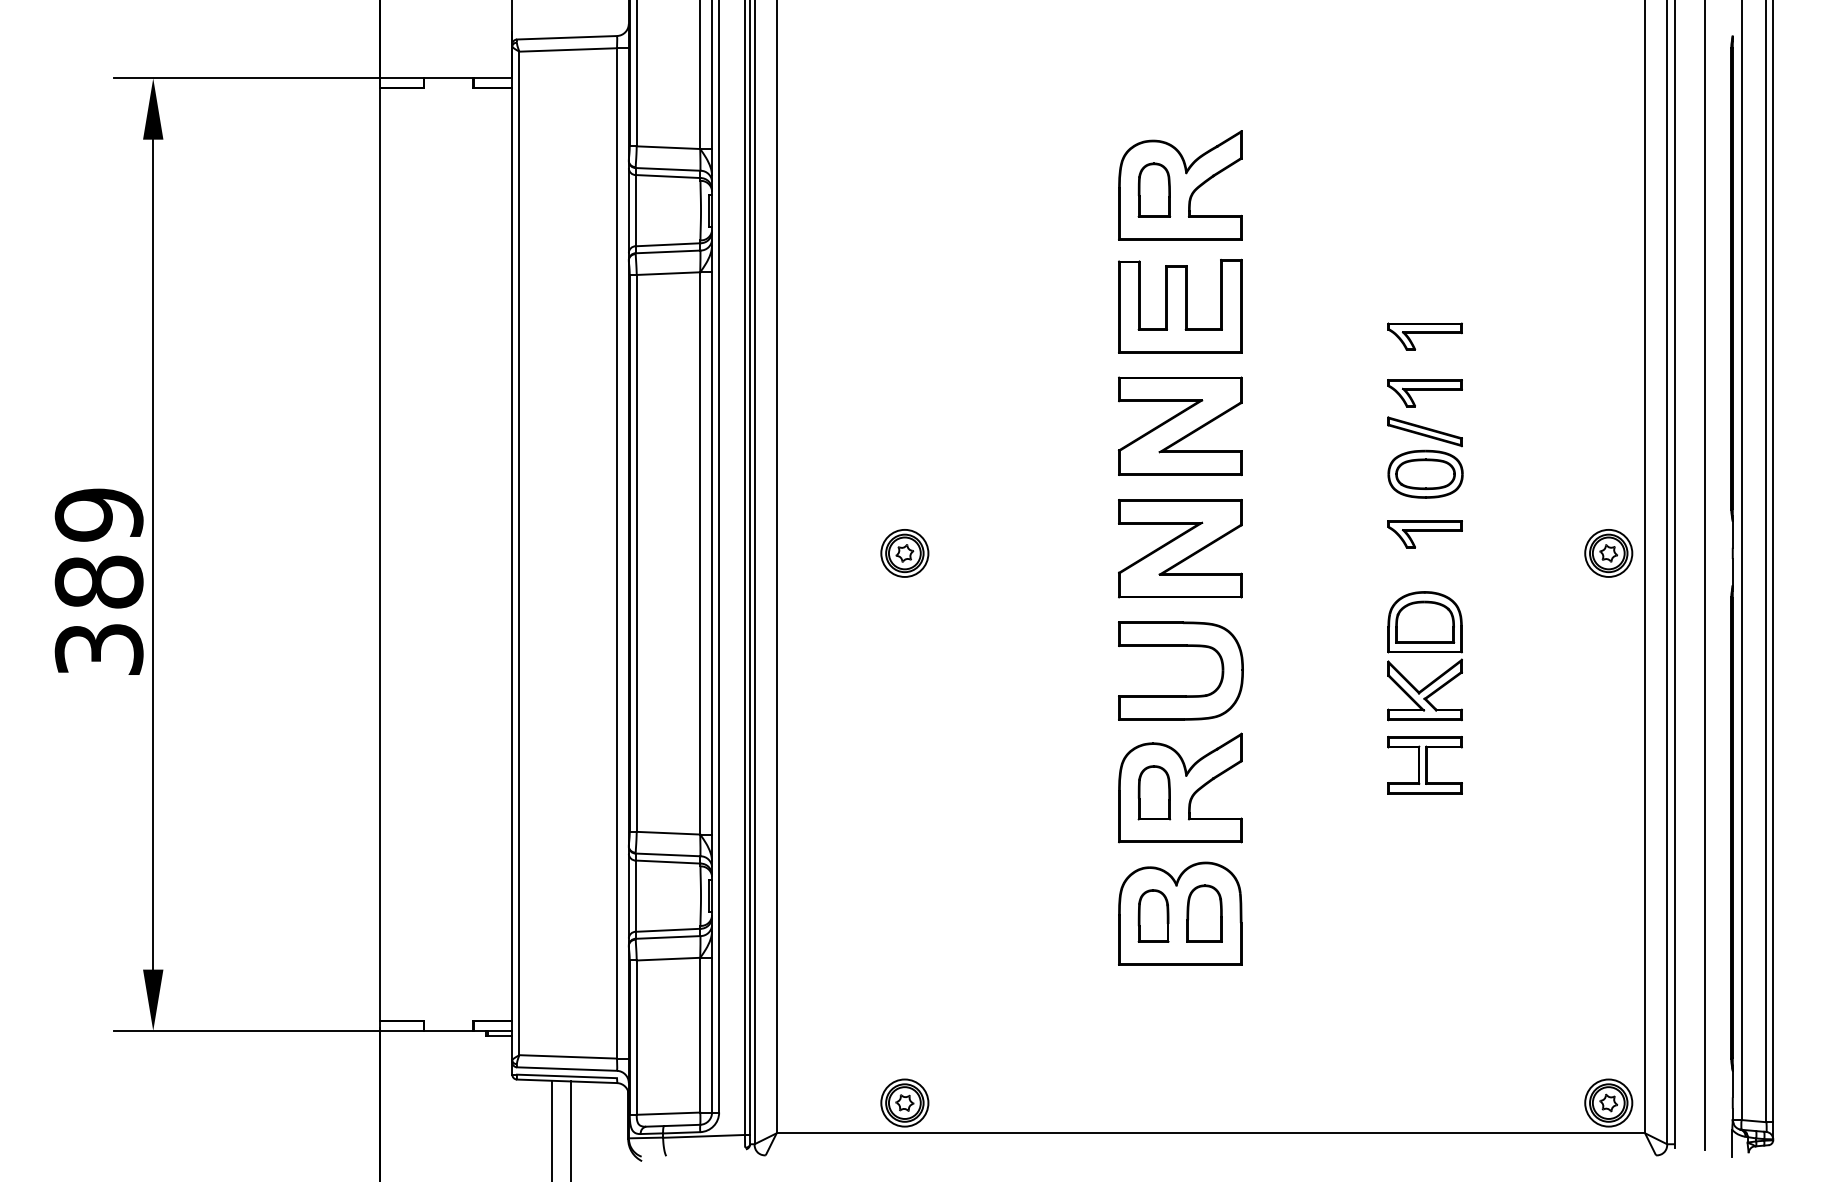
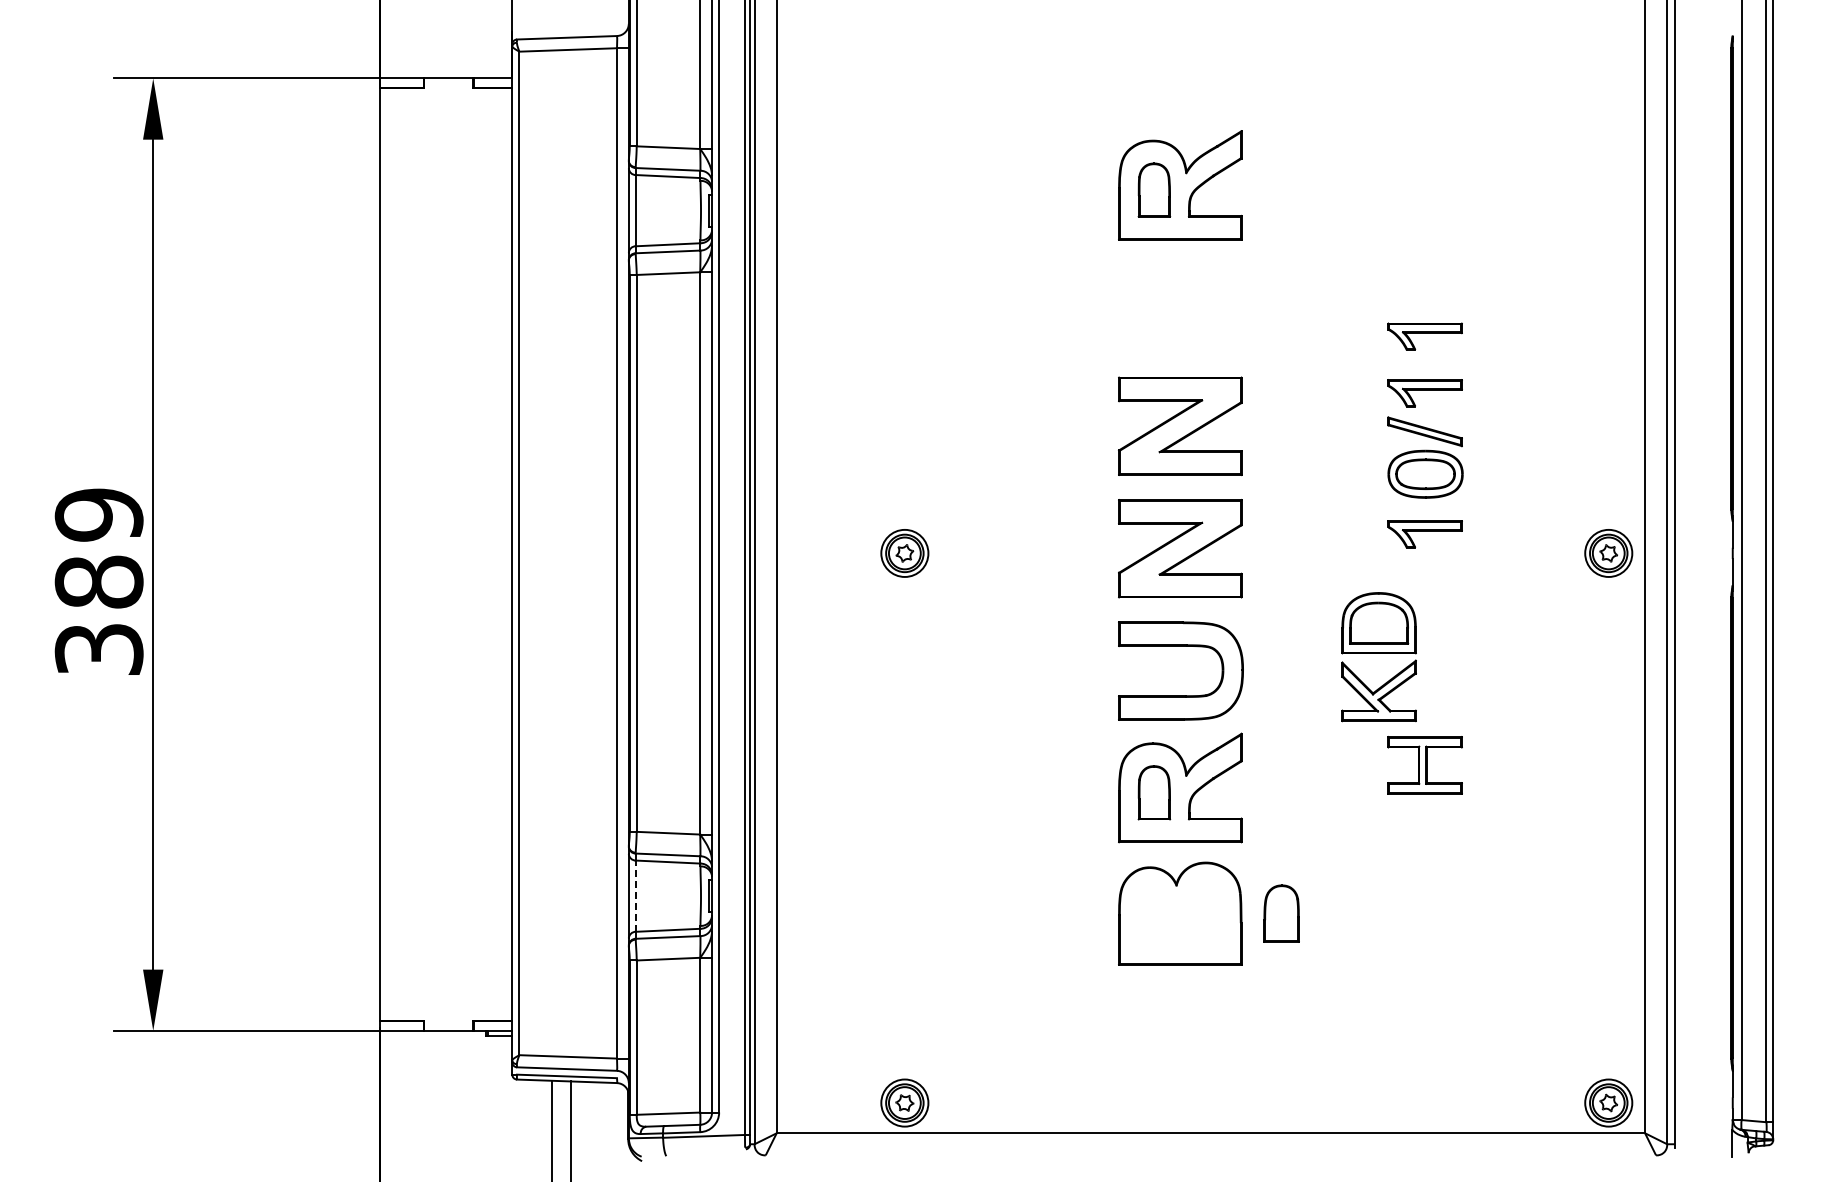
part at (1180, 305): present -> none
line at (1704, 576): present -> none
part at (1424, 656) position: (1424, 656) -> (1378, 657)
line at (635, 896): solid -> dashed
part at (1204, 913) position: (1204, 913) -> (1281, 913)
part at (1153, 915): present -> none
